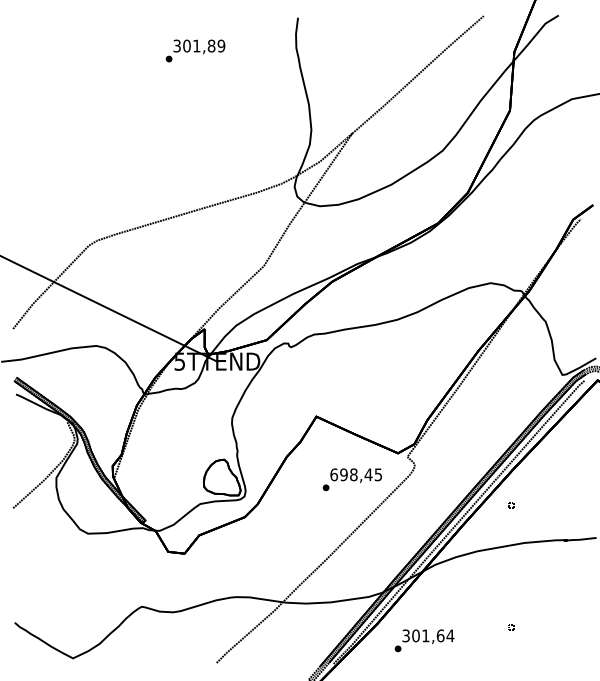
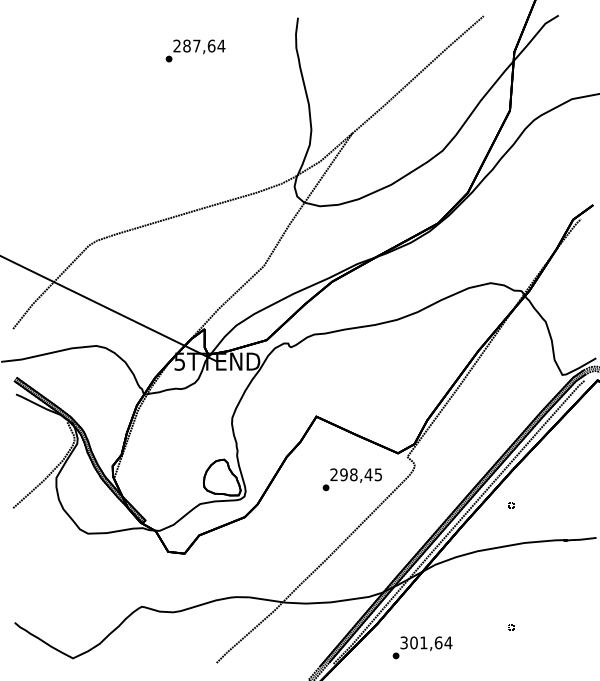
text at (199, 45): 301,89 -> 287,64
text at (334, 474): 698,45 -> 298,45
text at (424, 640) position: (424, 640) -> (422, 647)
